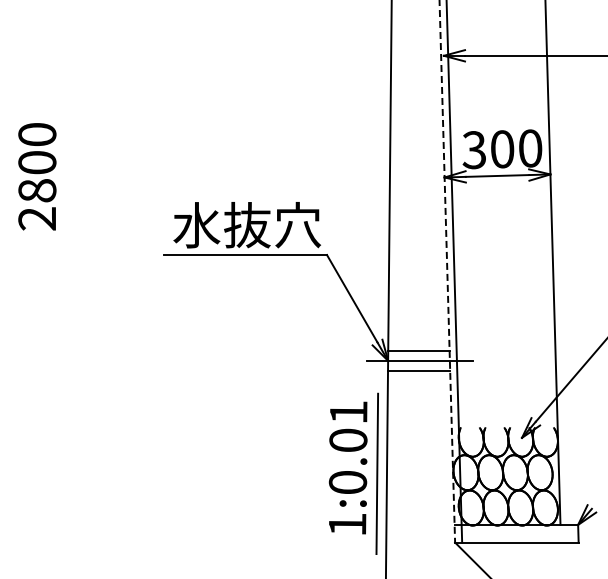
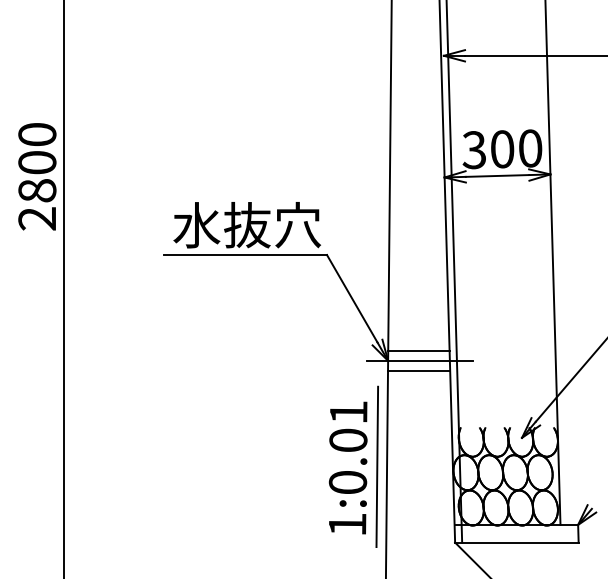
line at (447, 271): dashed -> solid
line at (63, 288): none -> present
line at (376, 473) position: (376, 473) -> (376, 466)
